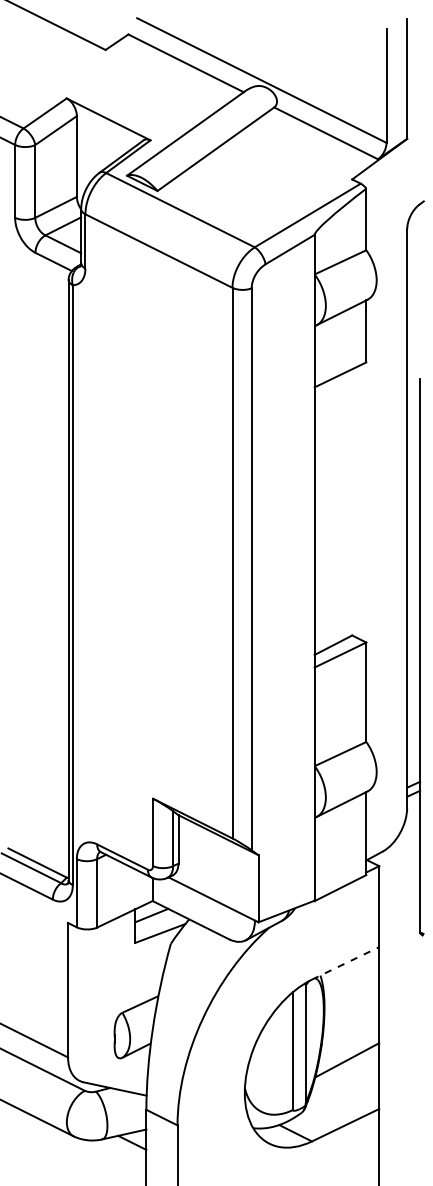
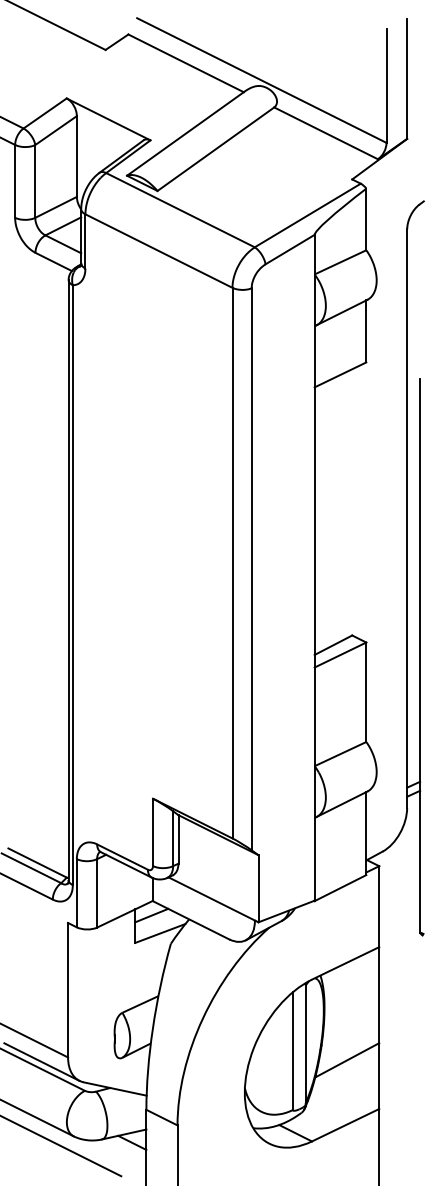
line at (346, 963): dashed -> solid
line at (41, 1061): none -> present
line at (61, 1146): none -> present
